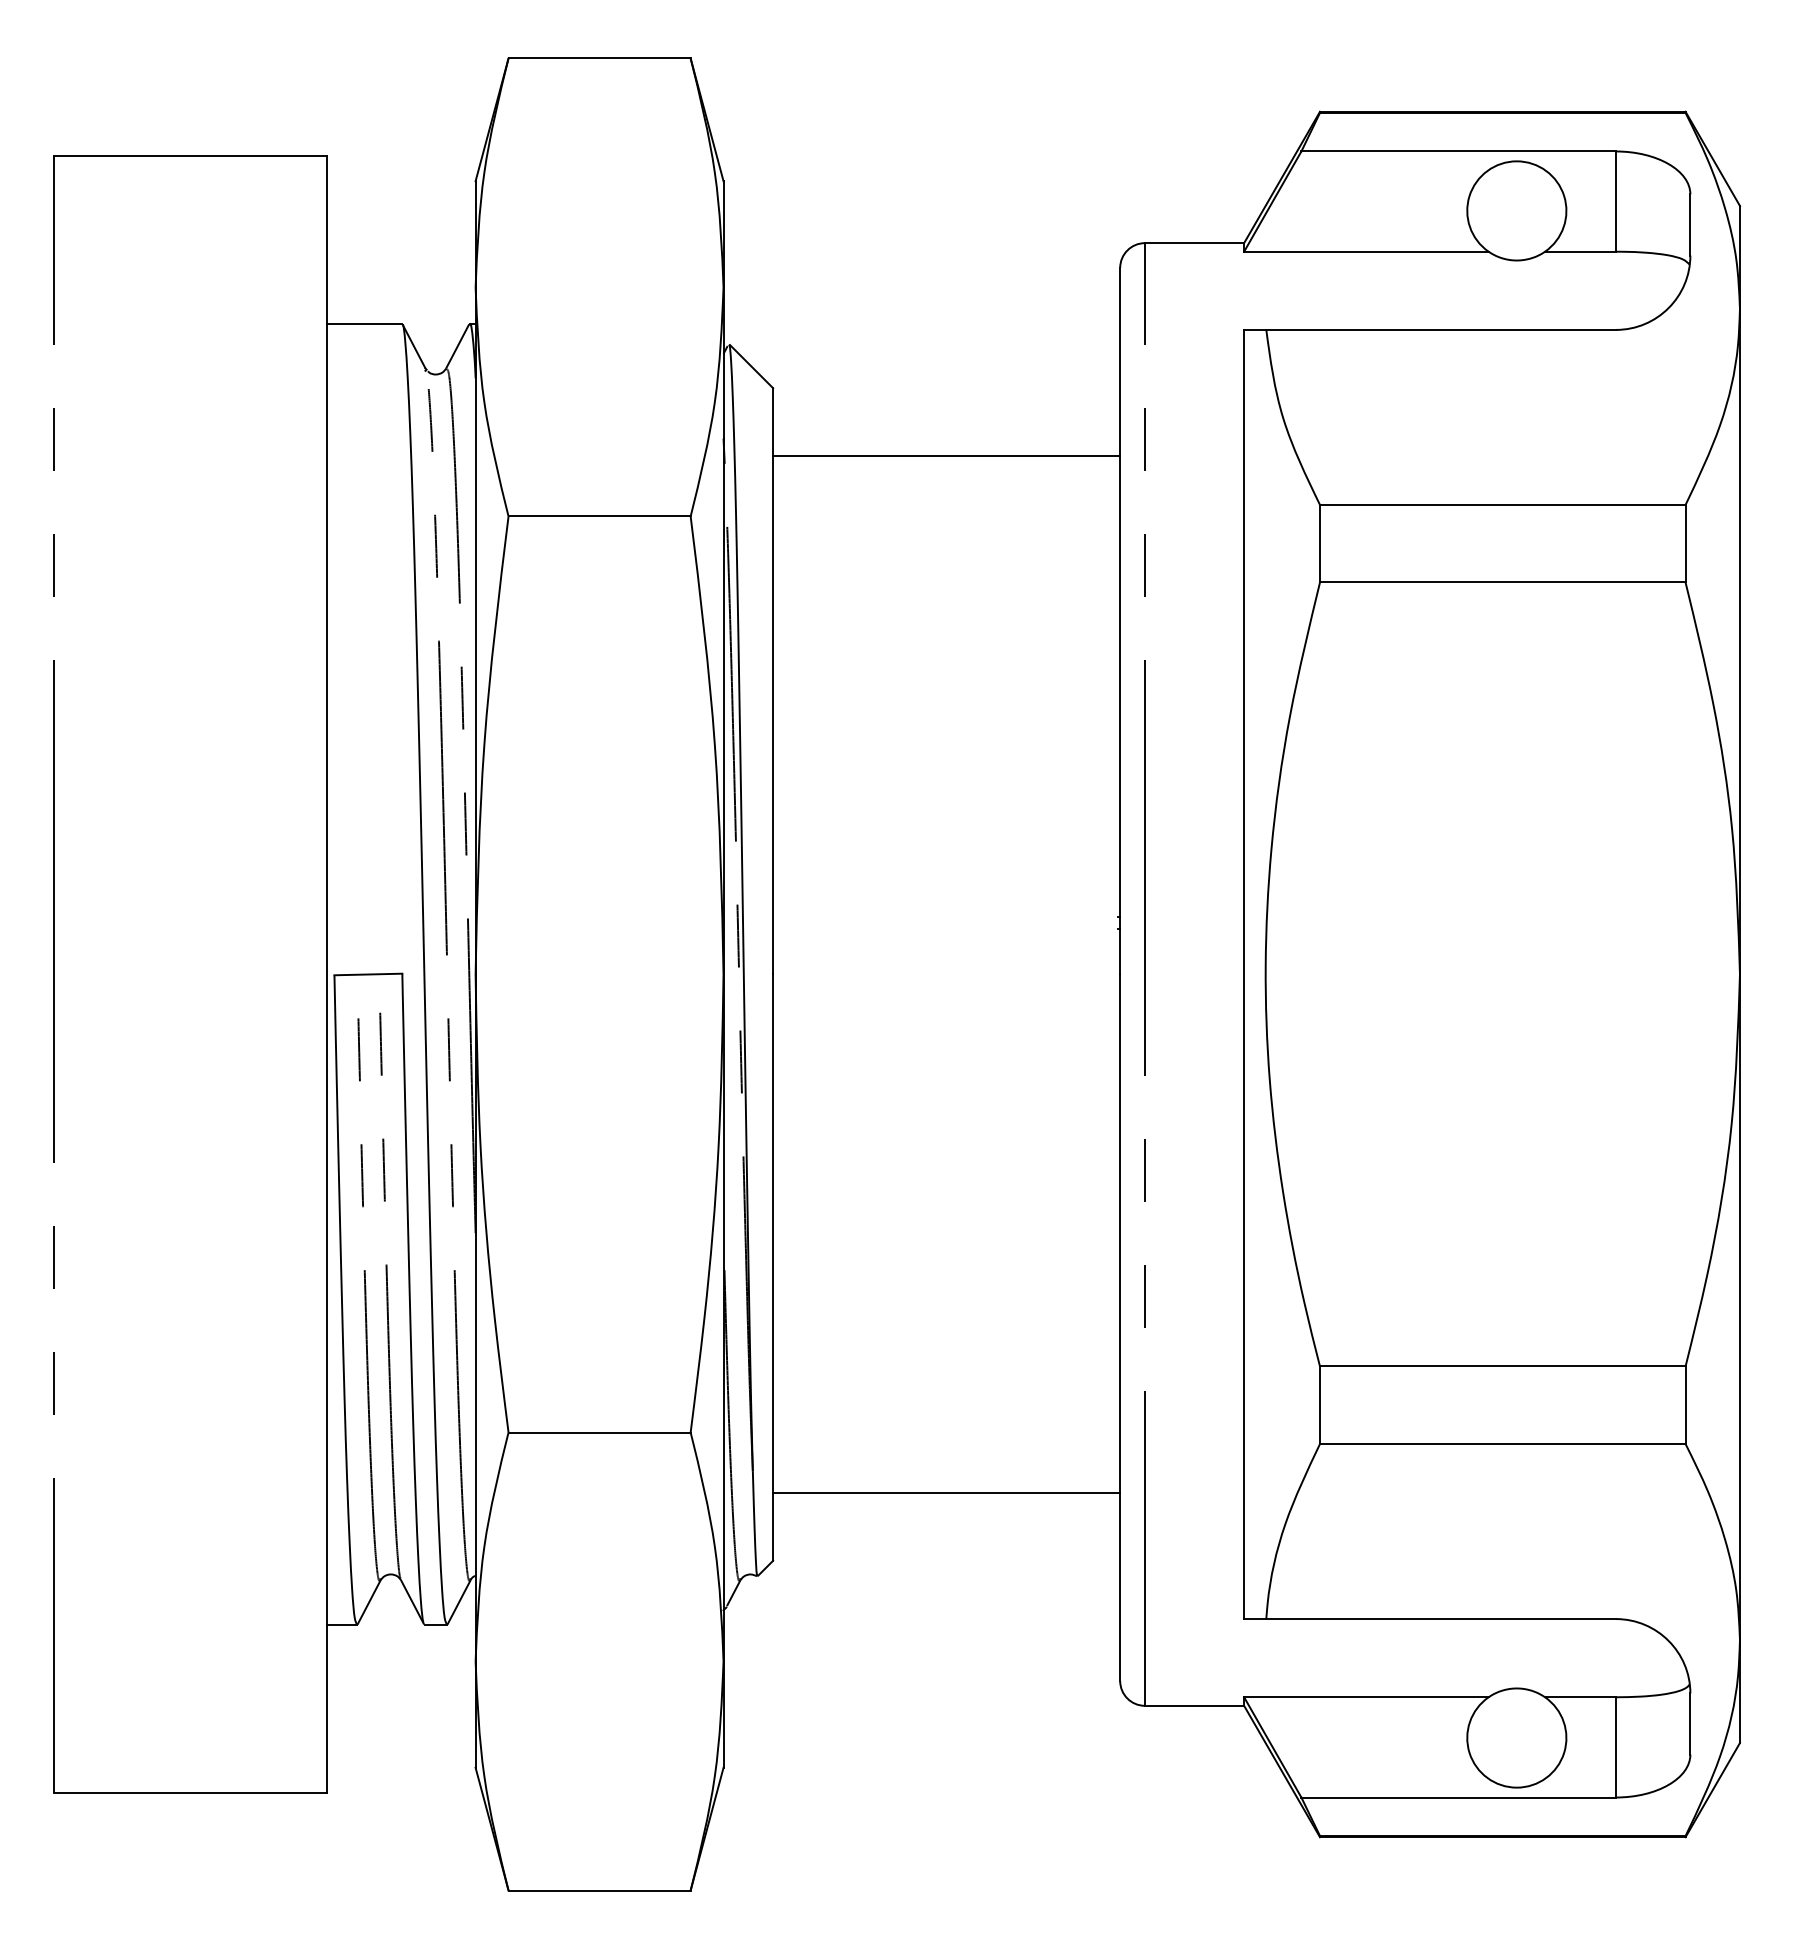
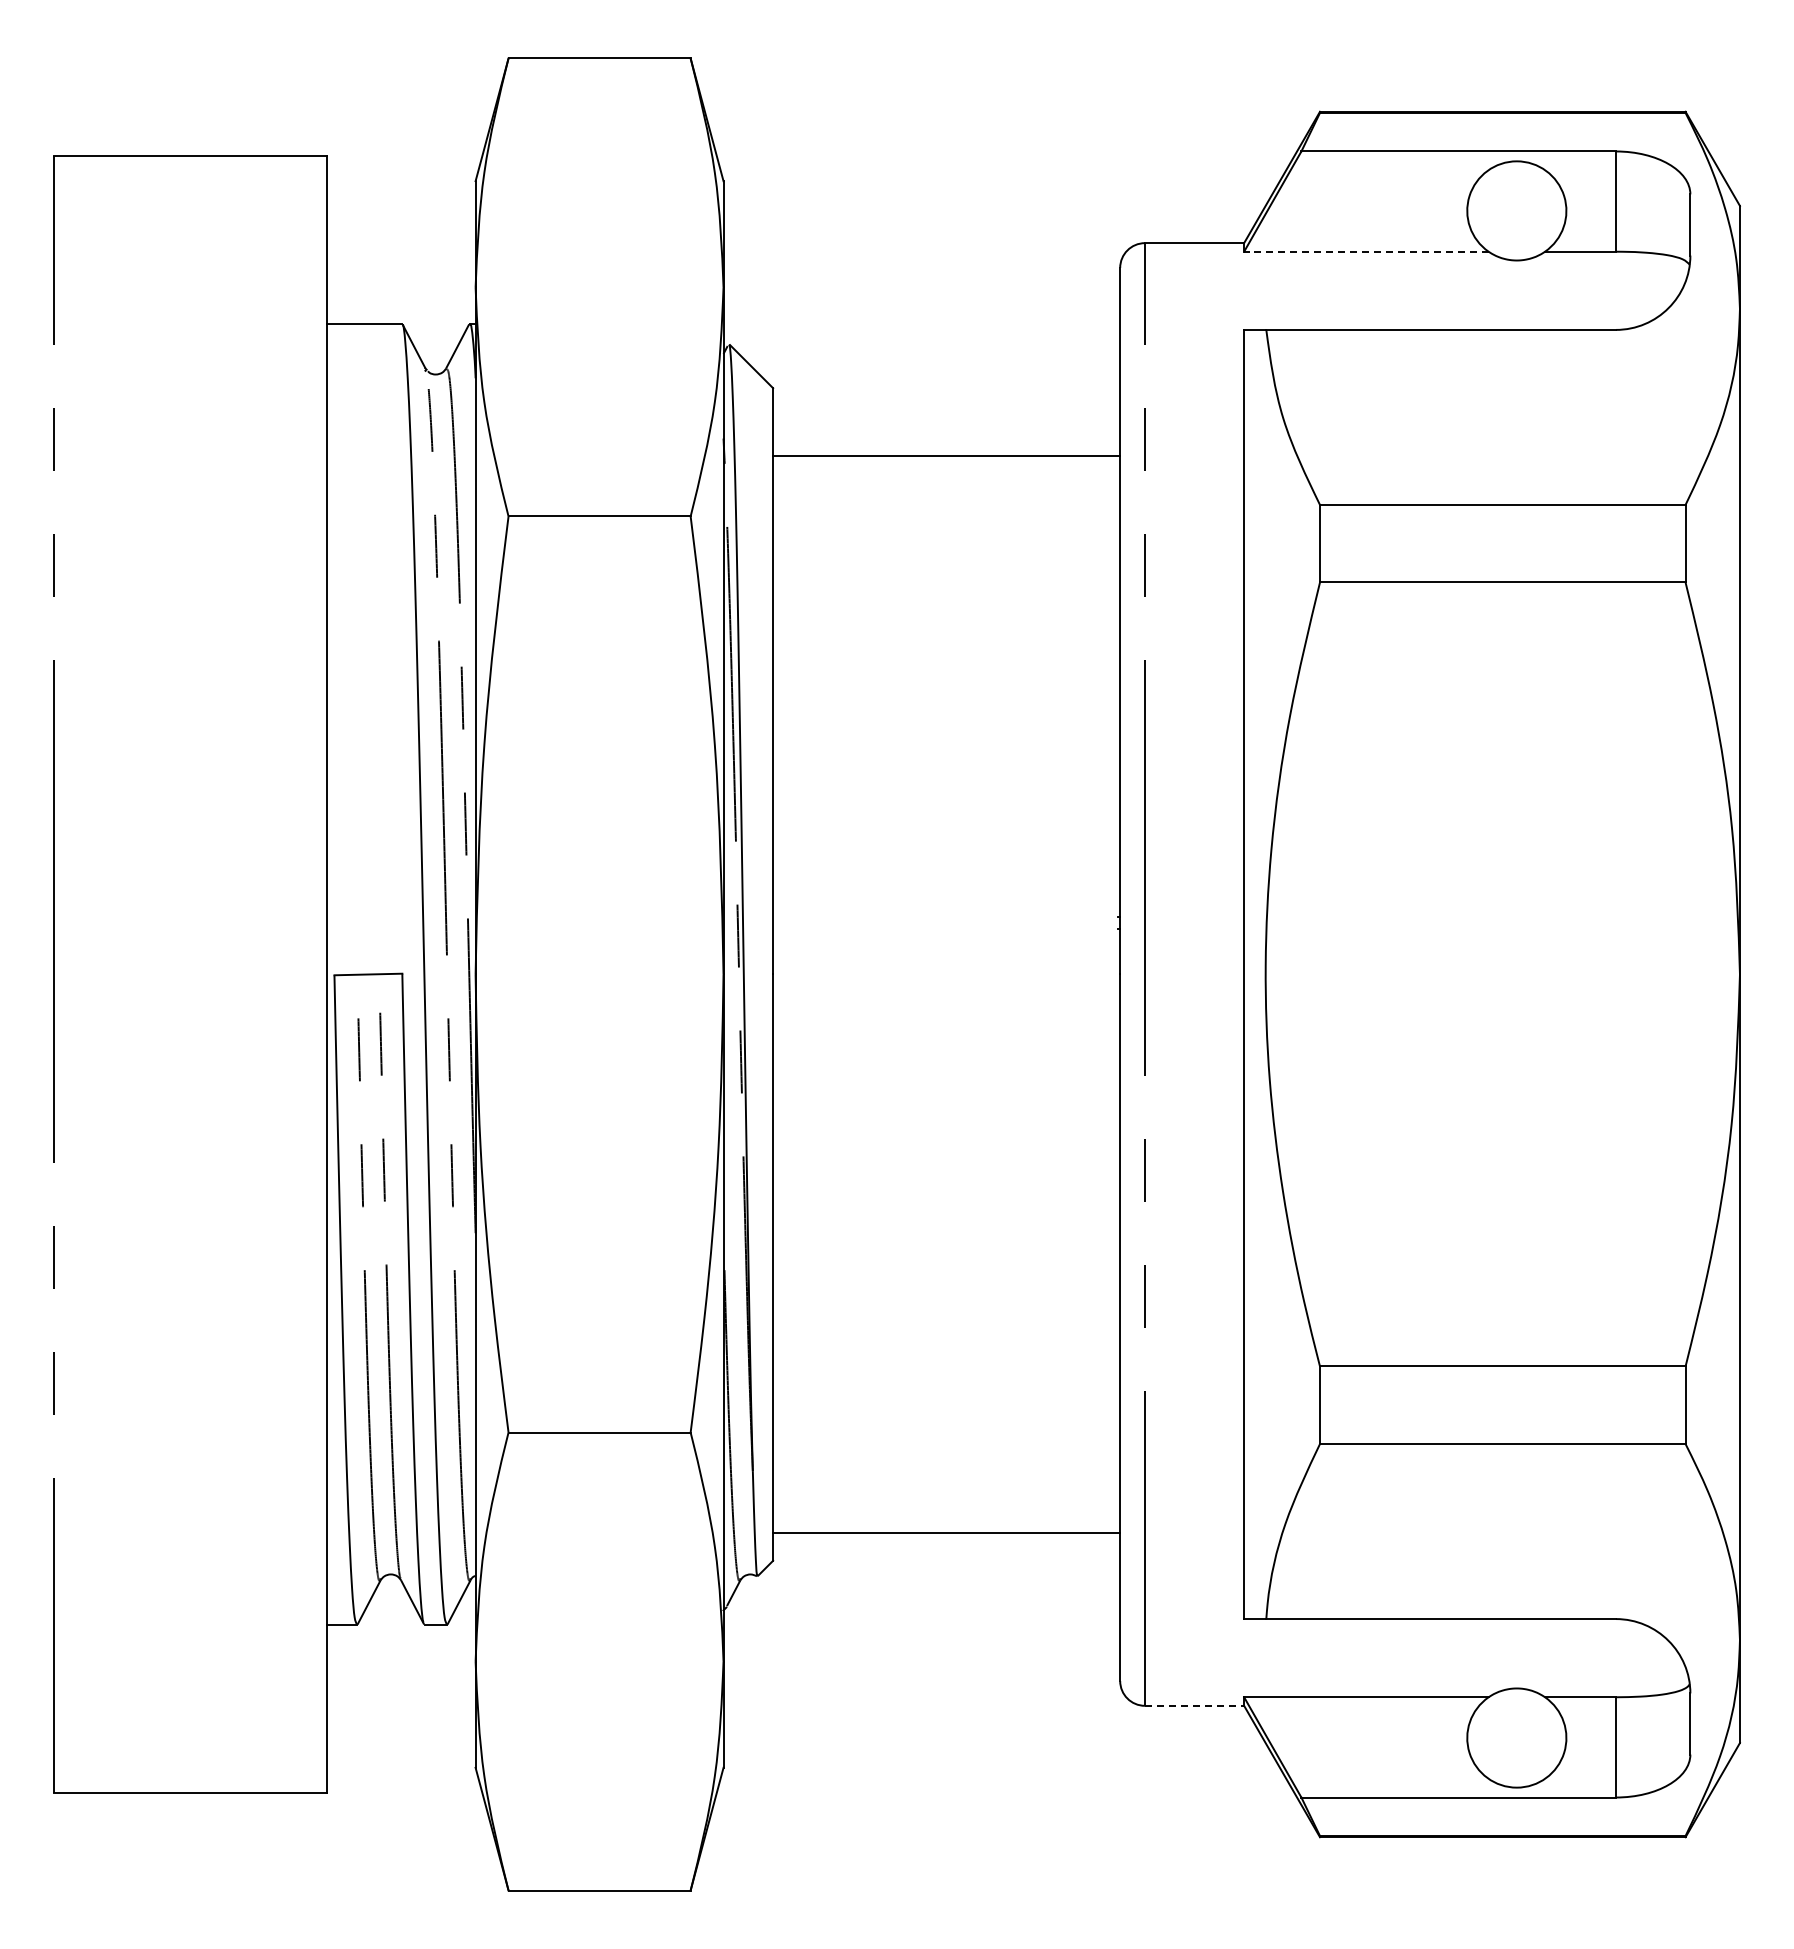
line at (1365, 251): solid -> dashed
line at (946, 1492) position: (946, 1492) -> (946, 1532)
line at (1194, 1705): solid -> dashed
